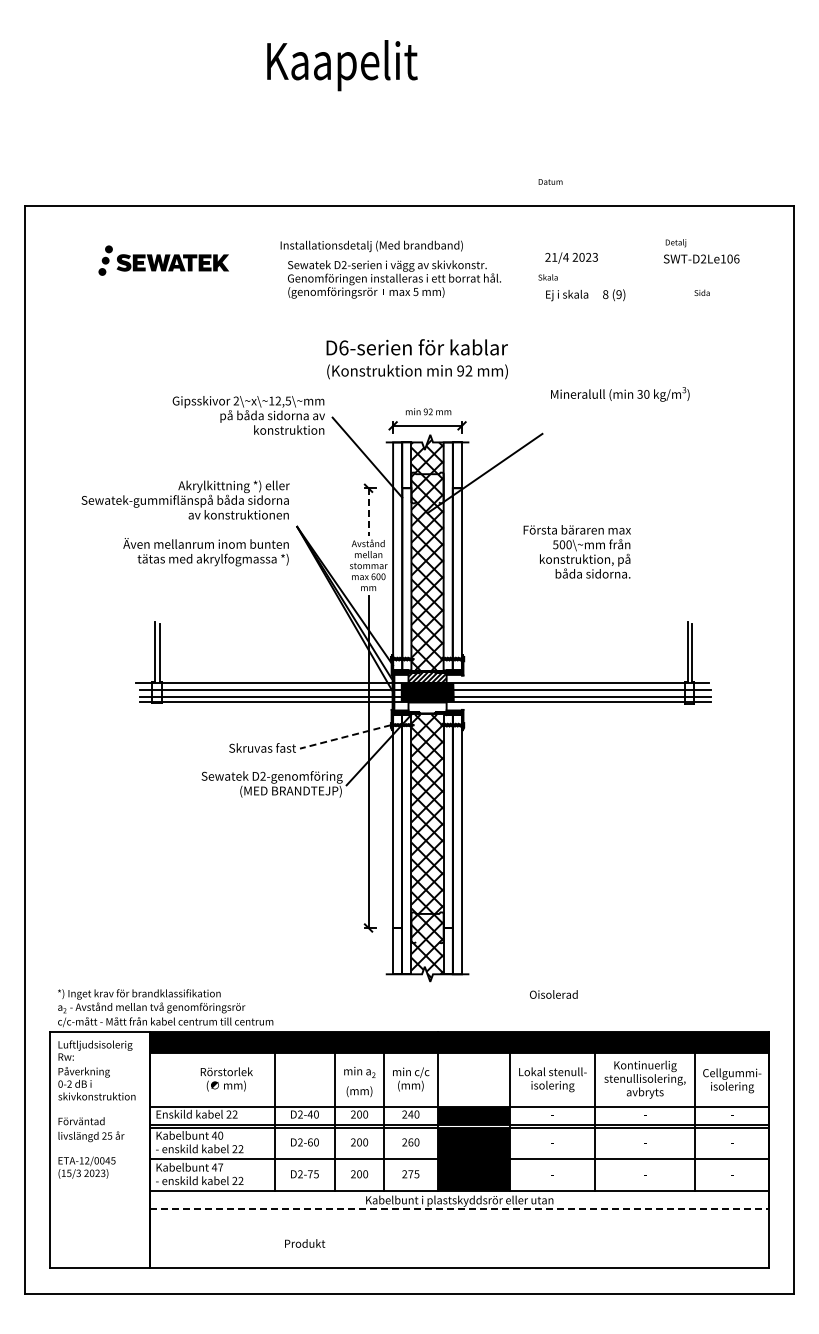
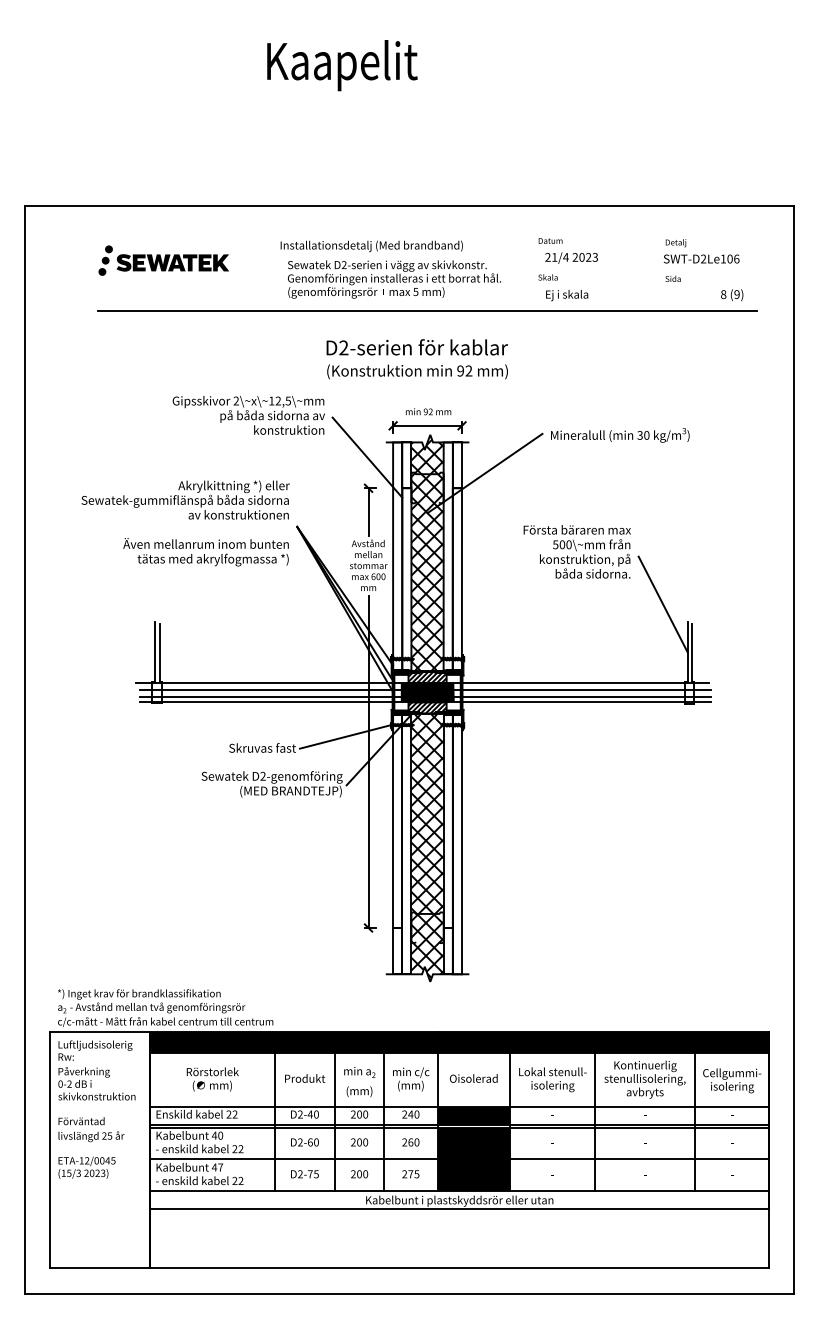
text at (550, 181) position: (550, 181) -> (550, 240)
text at (701, 292) position: (701, 292) -> (672, 278)
text at (614, 295) position: (614, 295) -> (732, 295)
line at (427, 311): none -> present
text at (343, 347): D6-serien -> D2-serien
text at (620, 394) position: (620, 394) -> (620, 435)
line at (368, 512): dashed -> solid
line at (662, 604): none -> present
fill at (461, 692): none -> present
hatch at (427, 707): none -> present
line at (345, 736): dashed -> solid
text at (553, 994) position: (553, 994) -> (473, 1078)
text at (226, 1079) position: (226, 1079) -> (212, 1079)
line at (460, 1209): dashed -> solid
text at (305, 1243) position: (305, 1243) -> (305, 1078)
